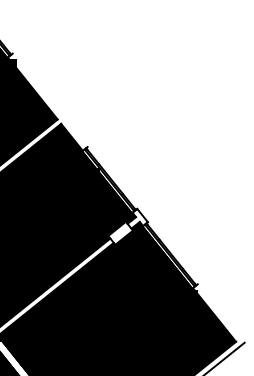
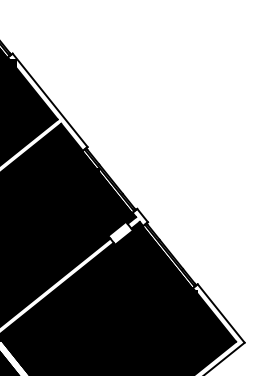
line at (49, 100): none -> present
line at (220, 313): none -> present
